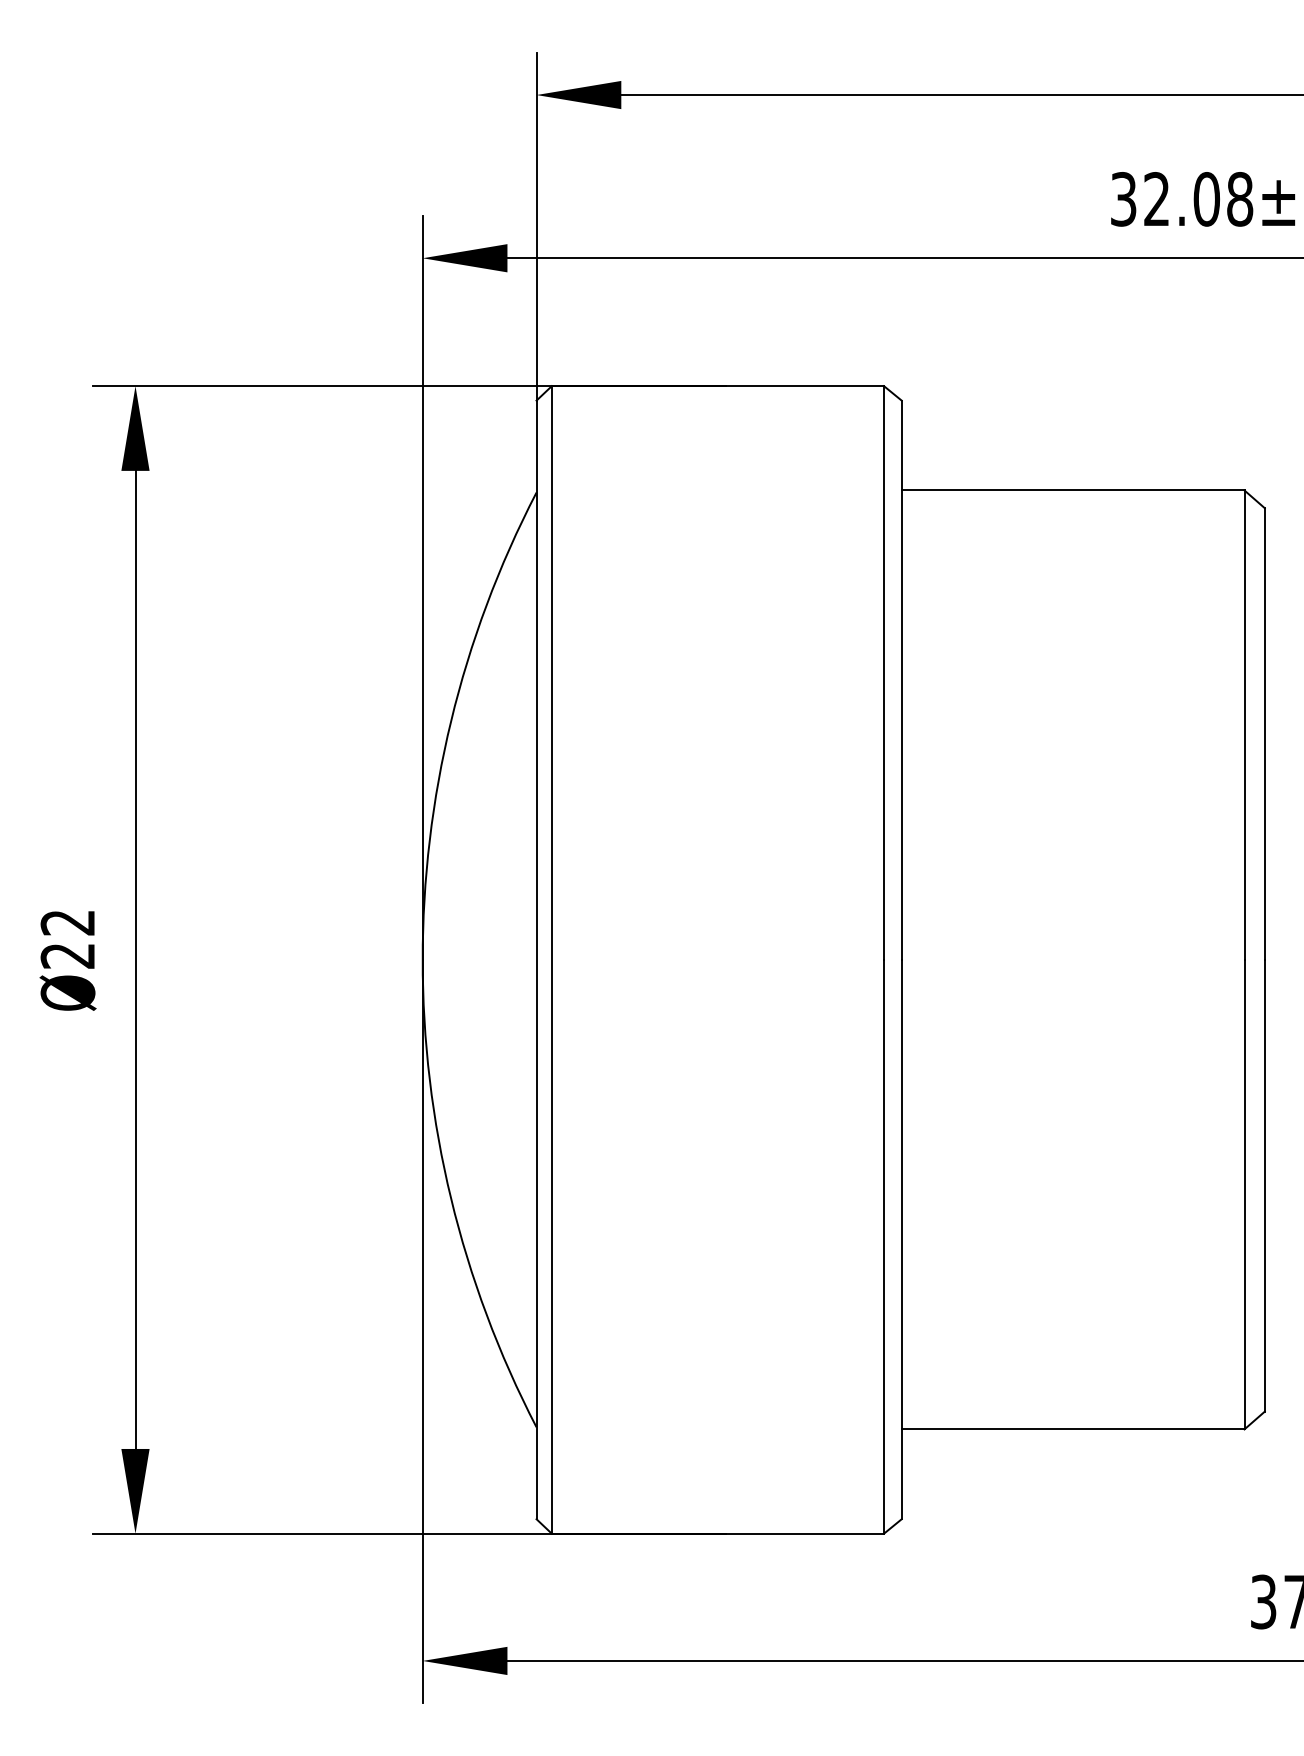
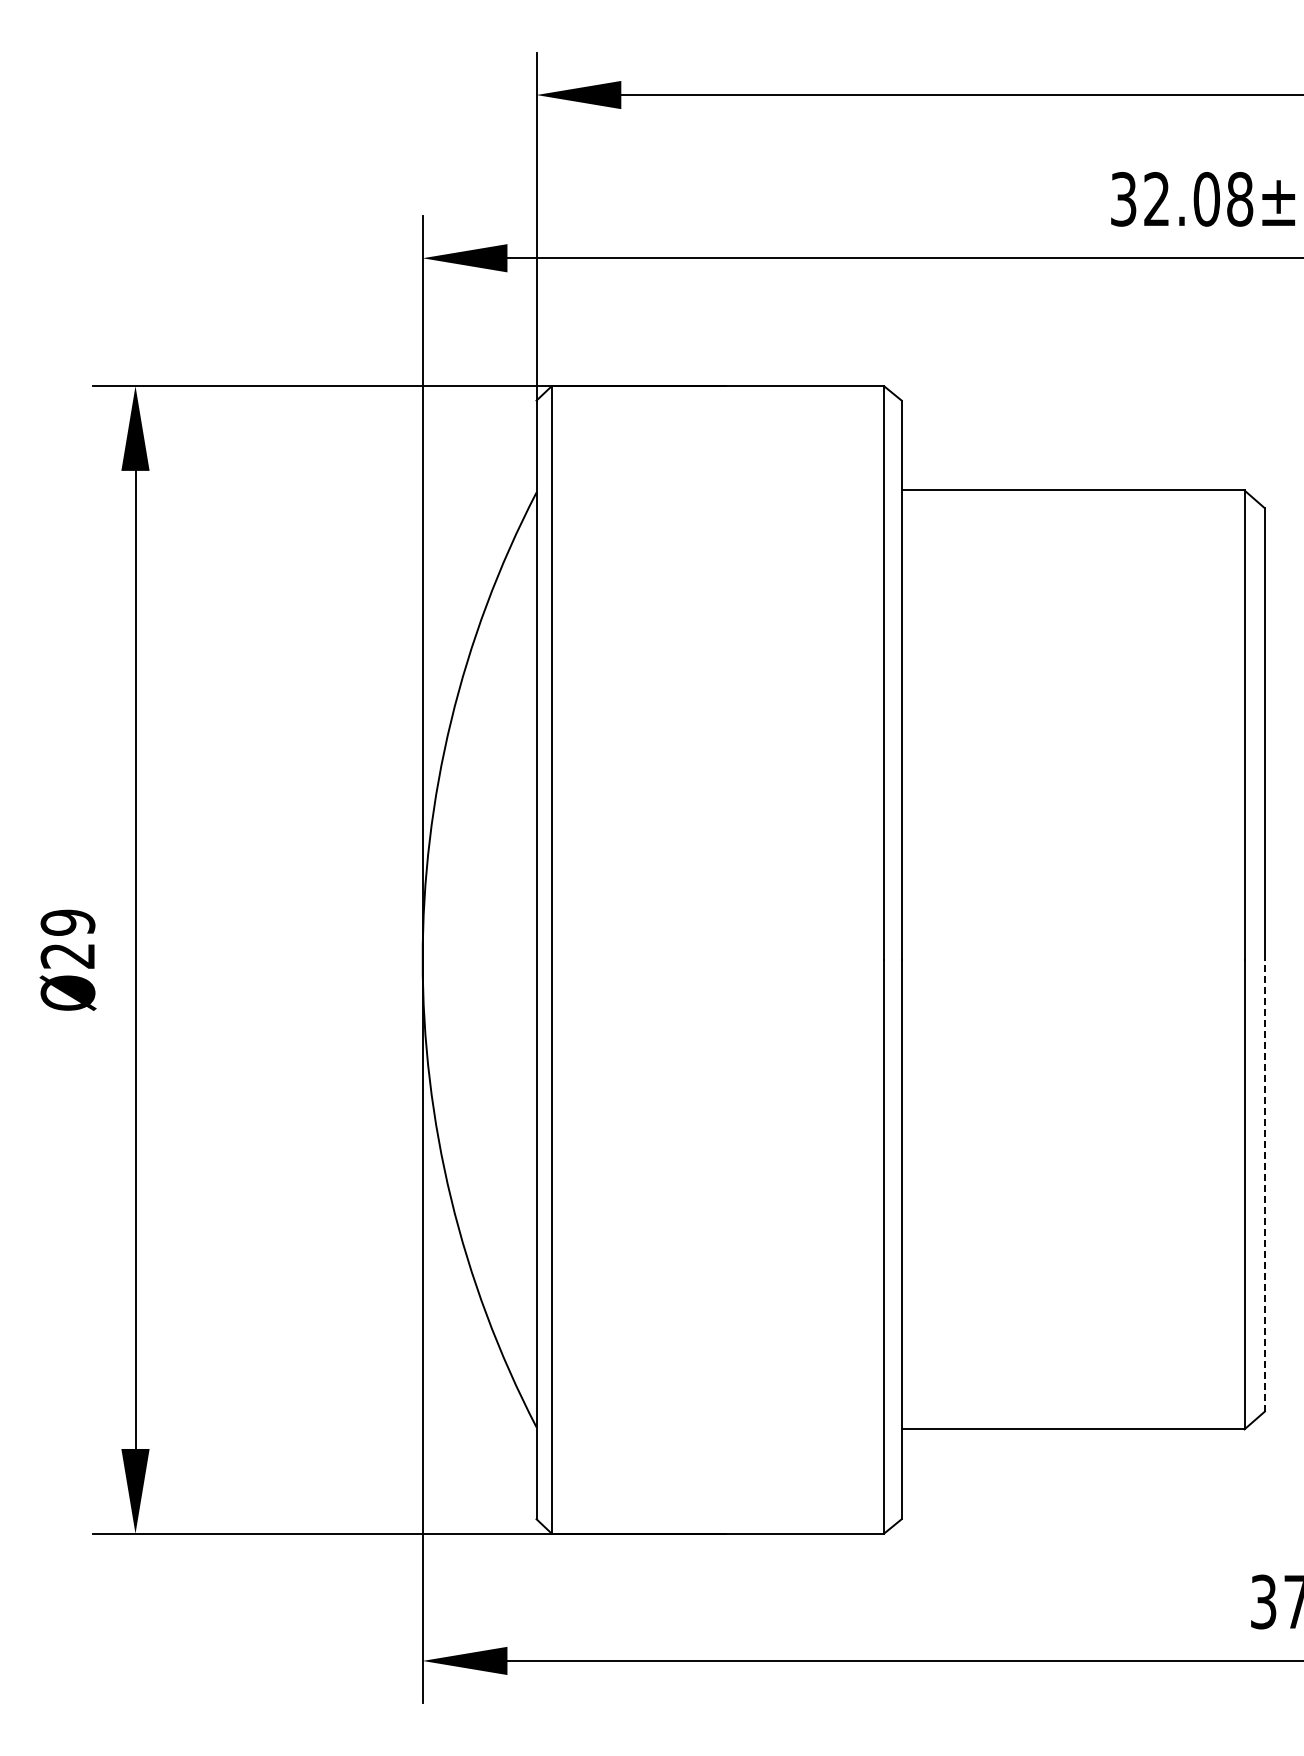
text at (67, 922): Ø22 -> Ø29
line at (1264, 1185): solid -> dashed
